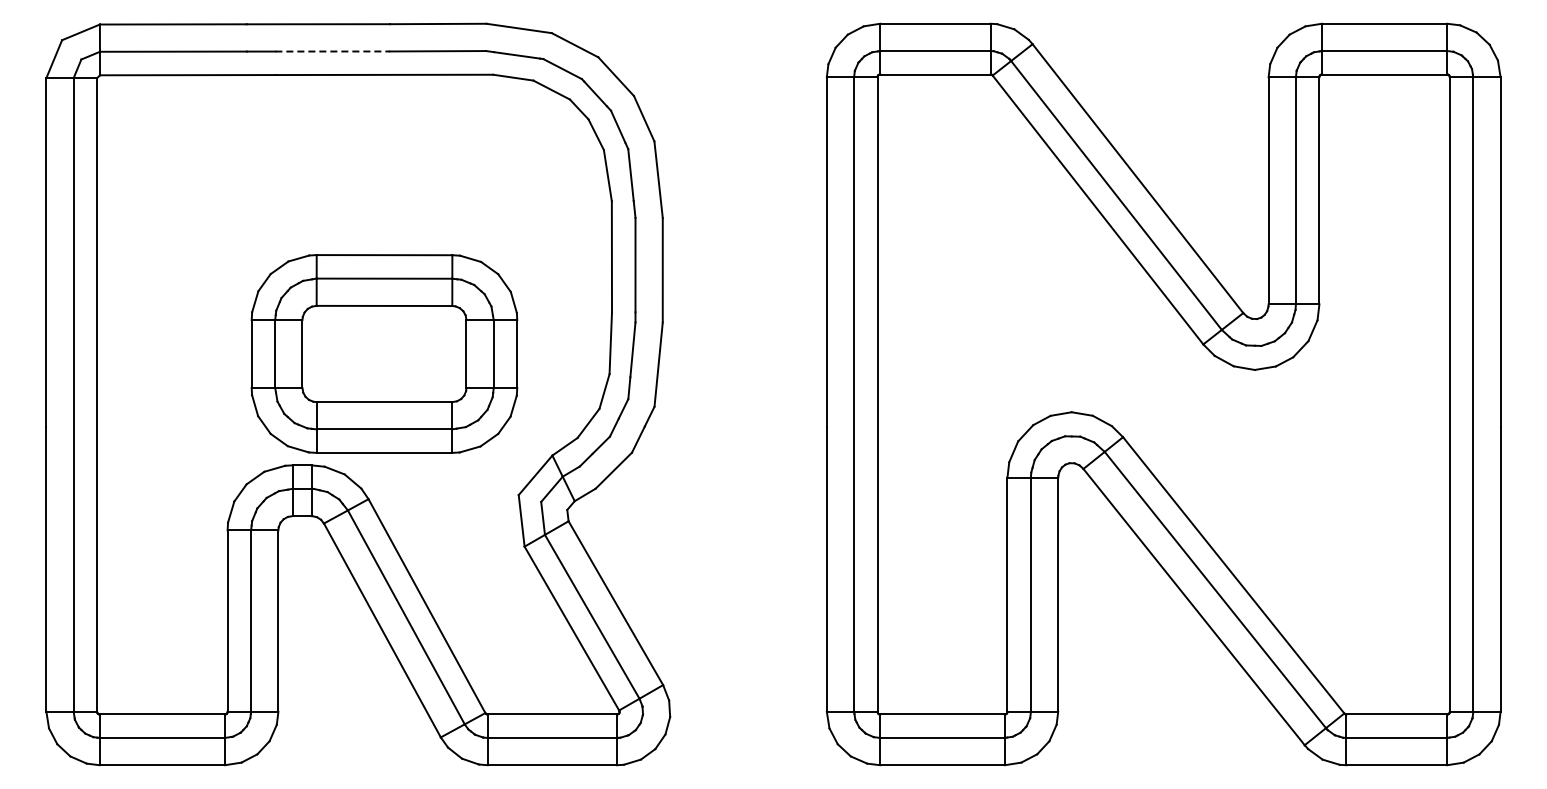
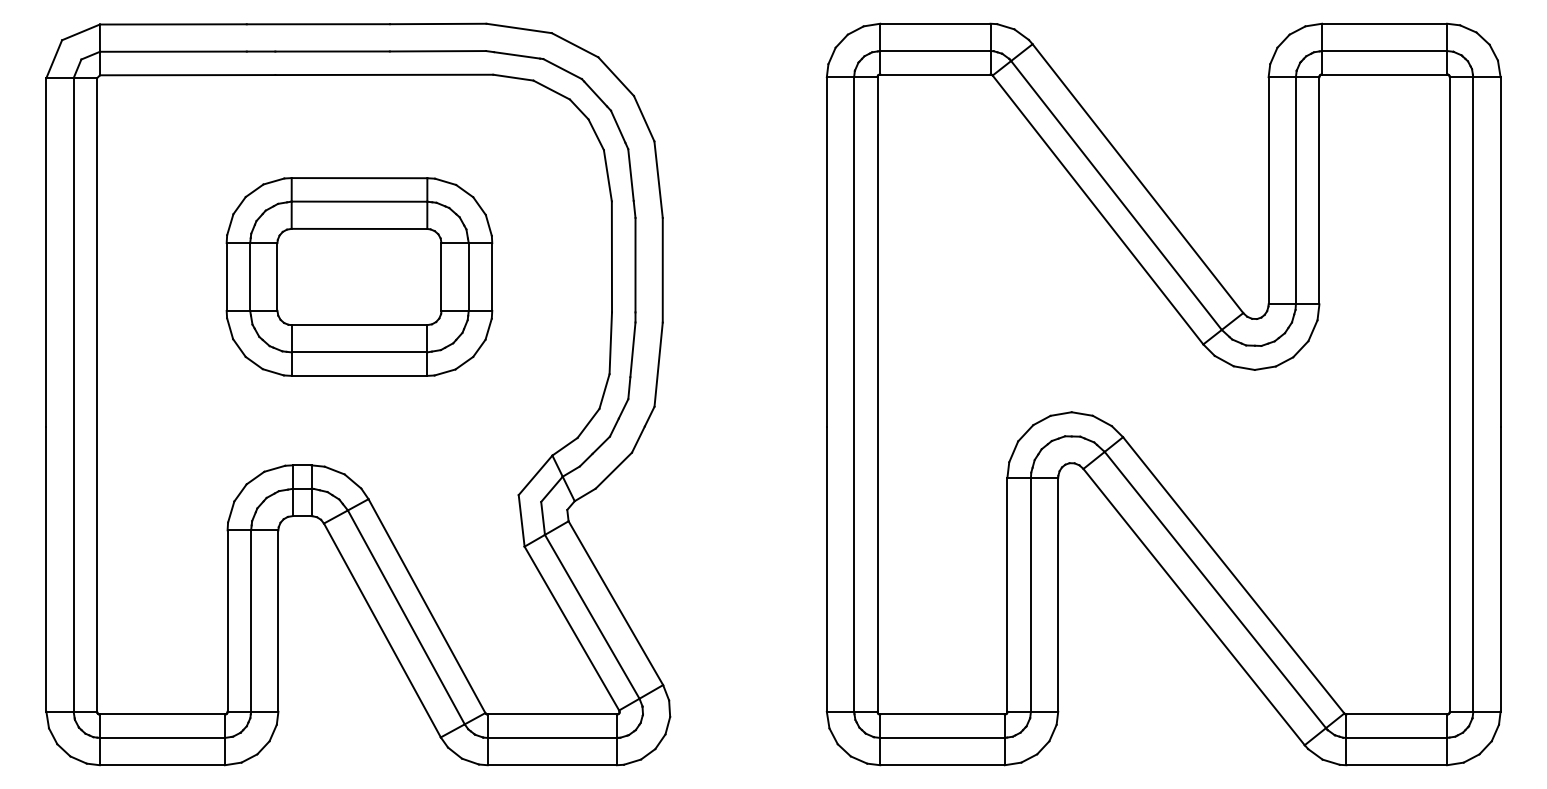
line at (333, 51): dashed -> solid
part at (384, 353) position: (384, 353) -> (359, 276)
